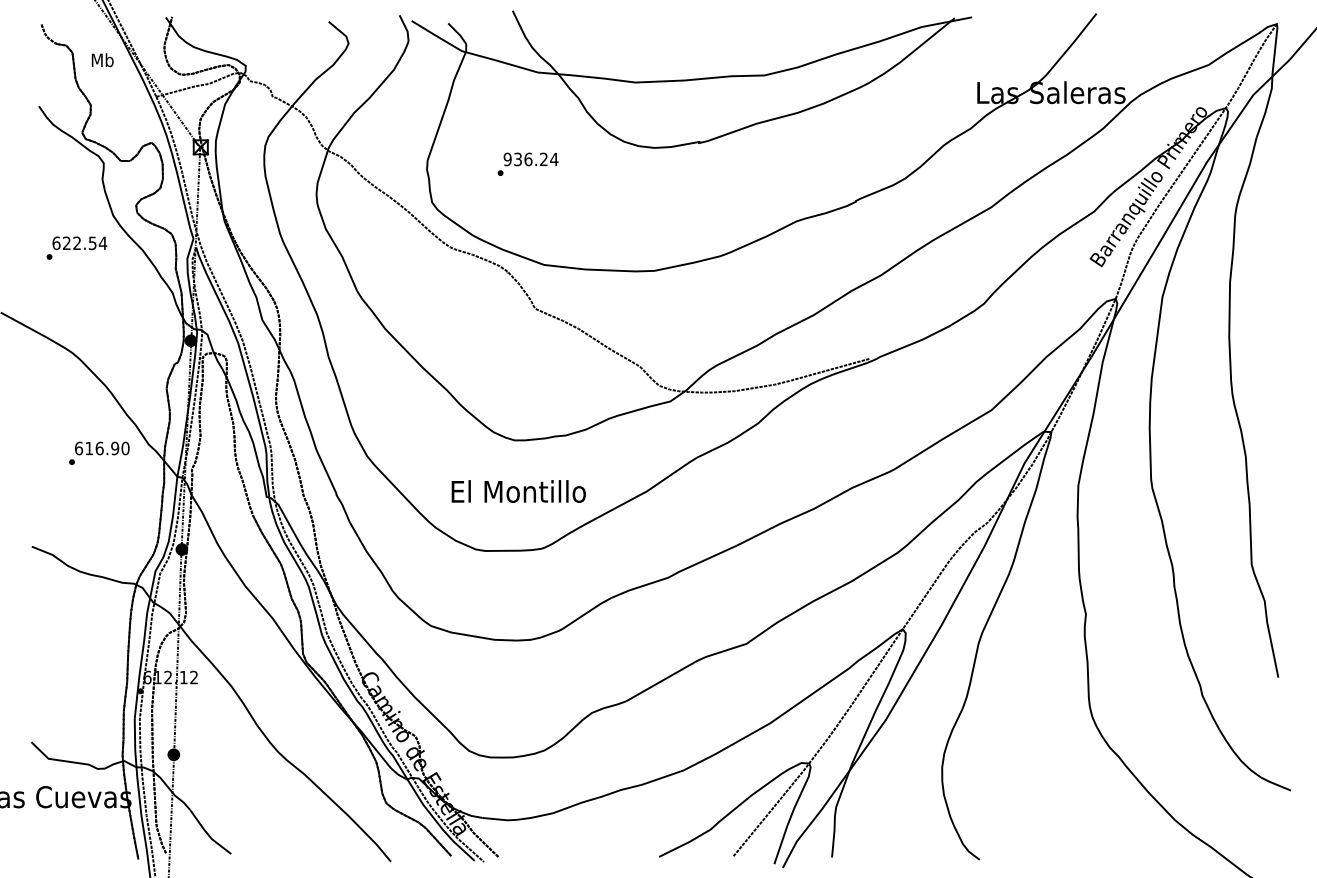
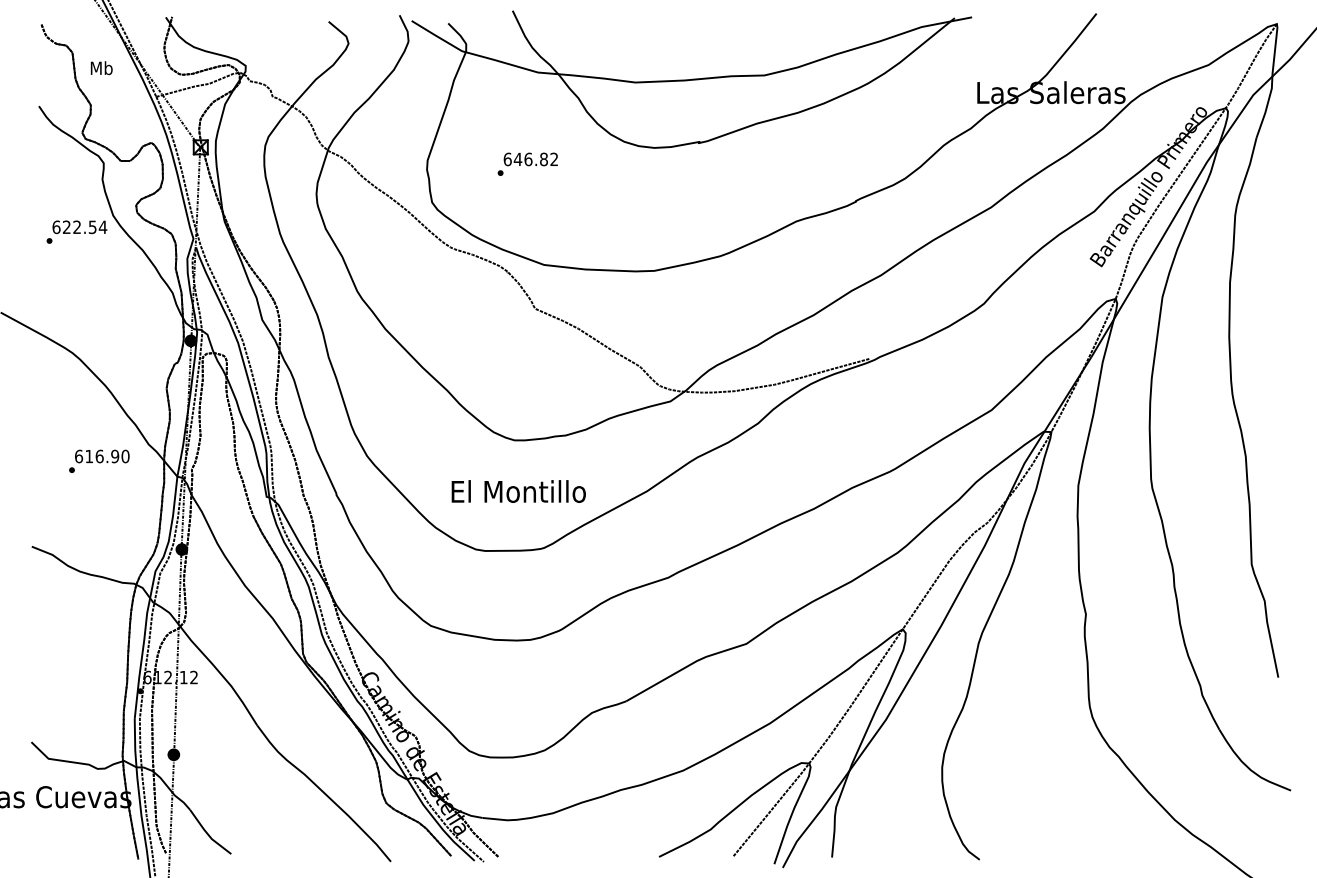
text at (102, 60) position: (102, 60) -> (101, 68)
text at (530, 159): 936.24 -> 646.82
text at (76, 247) position: (76, 247) -> (76, 231)
text at (99, 452) position: (99, 452) -> (99, 460)
